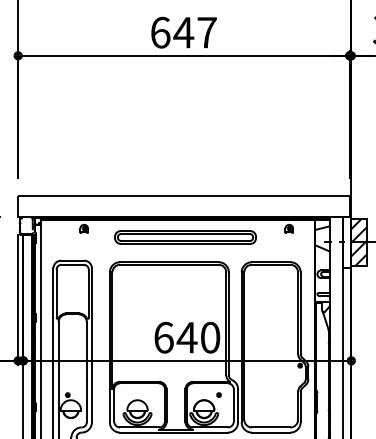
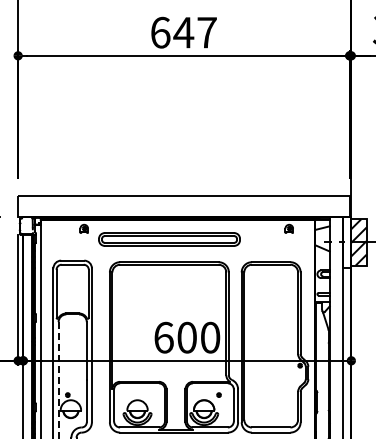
part at (185, 237) position: (185, 237) -> (169, 239)
text at (186, 337): 640 -> 600
line at (58, 380): solid -> dashed
